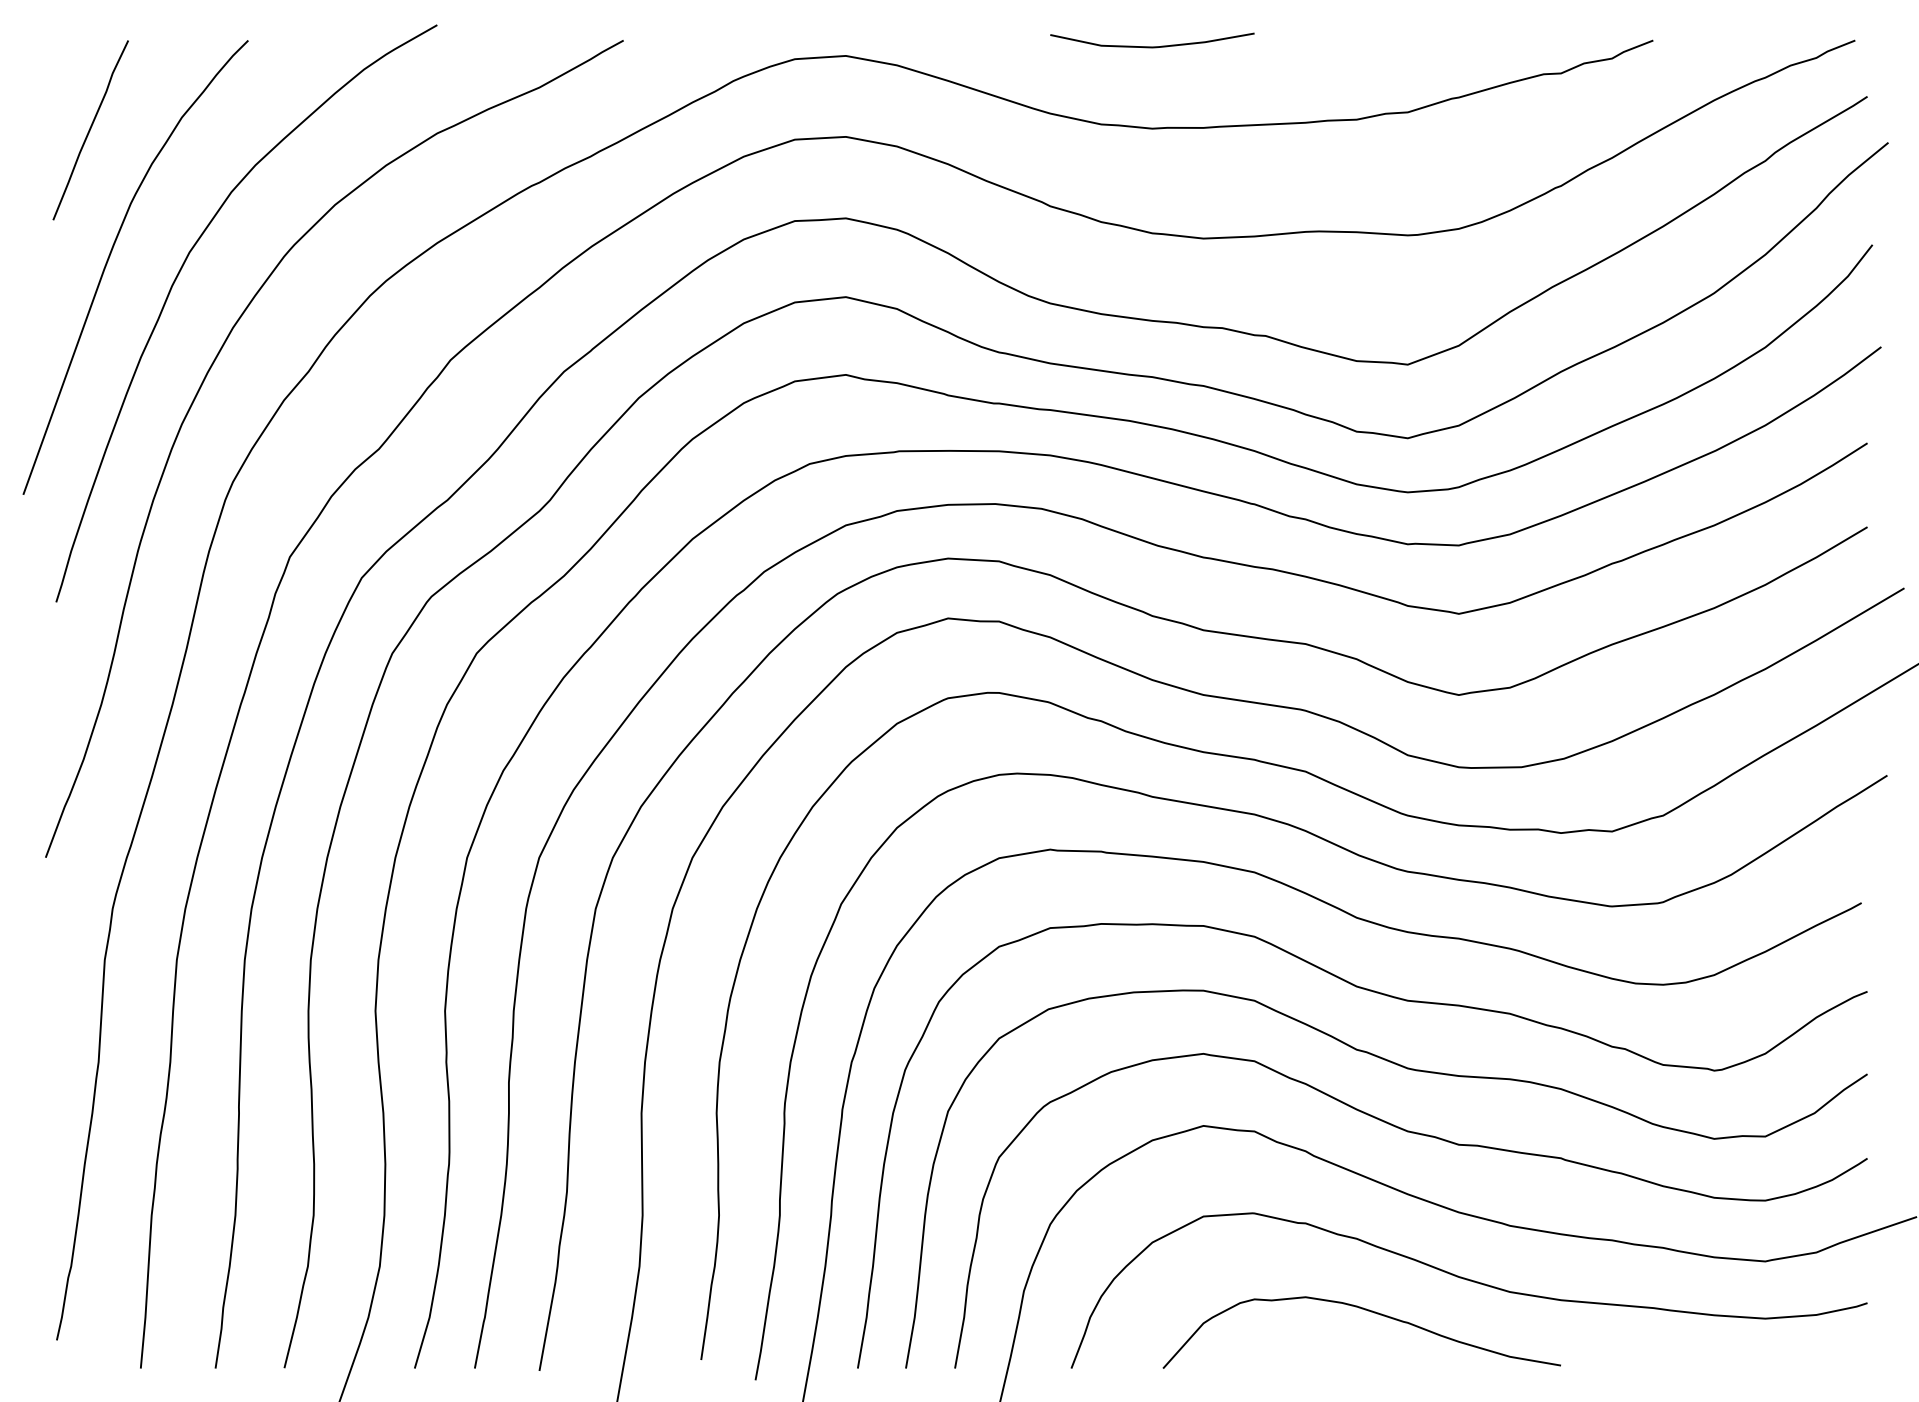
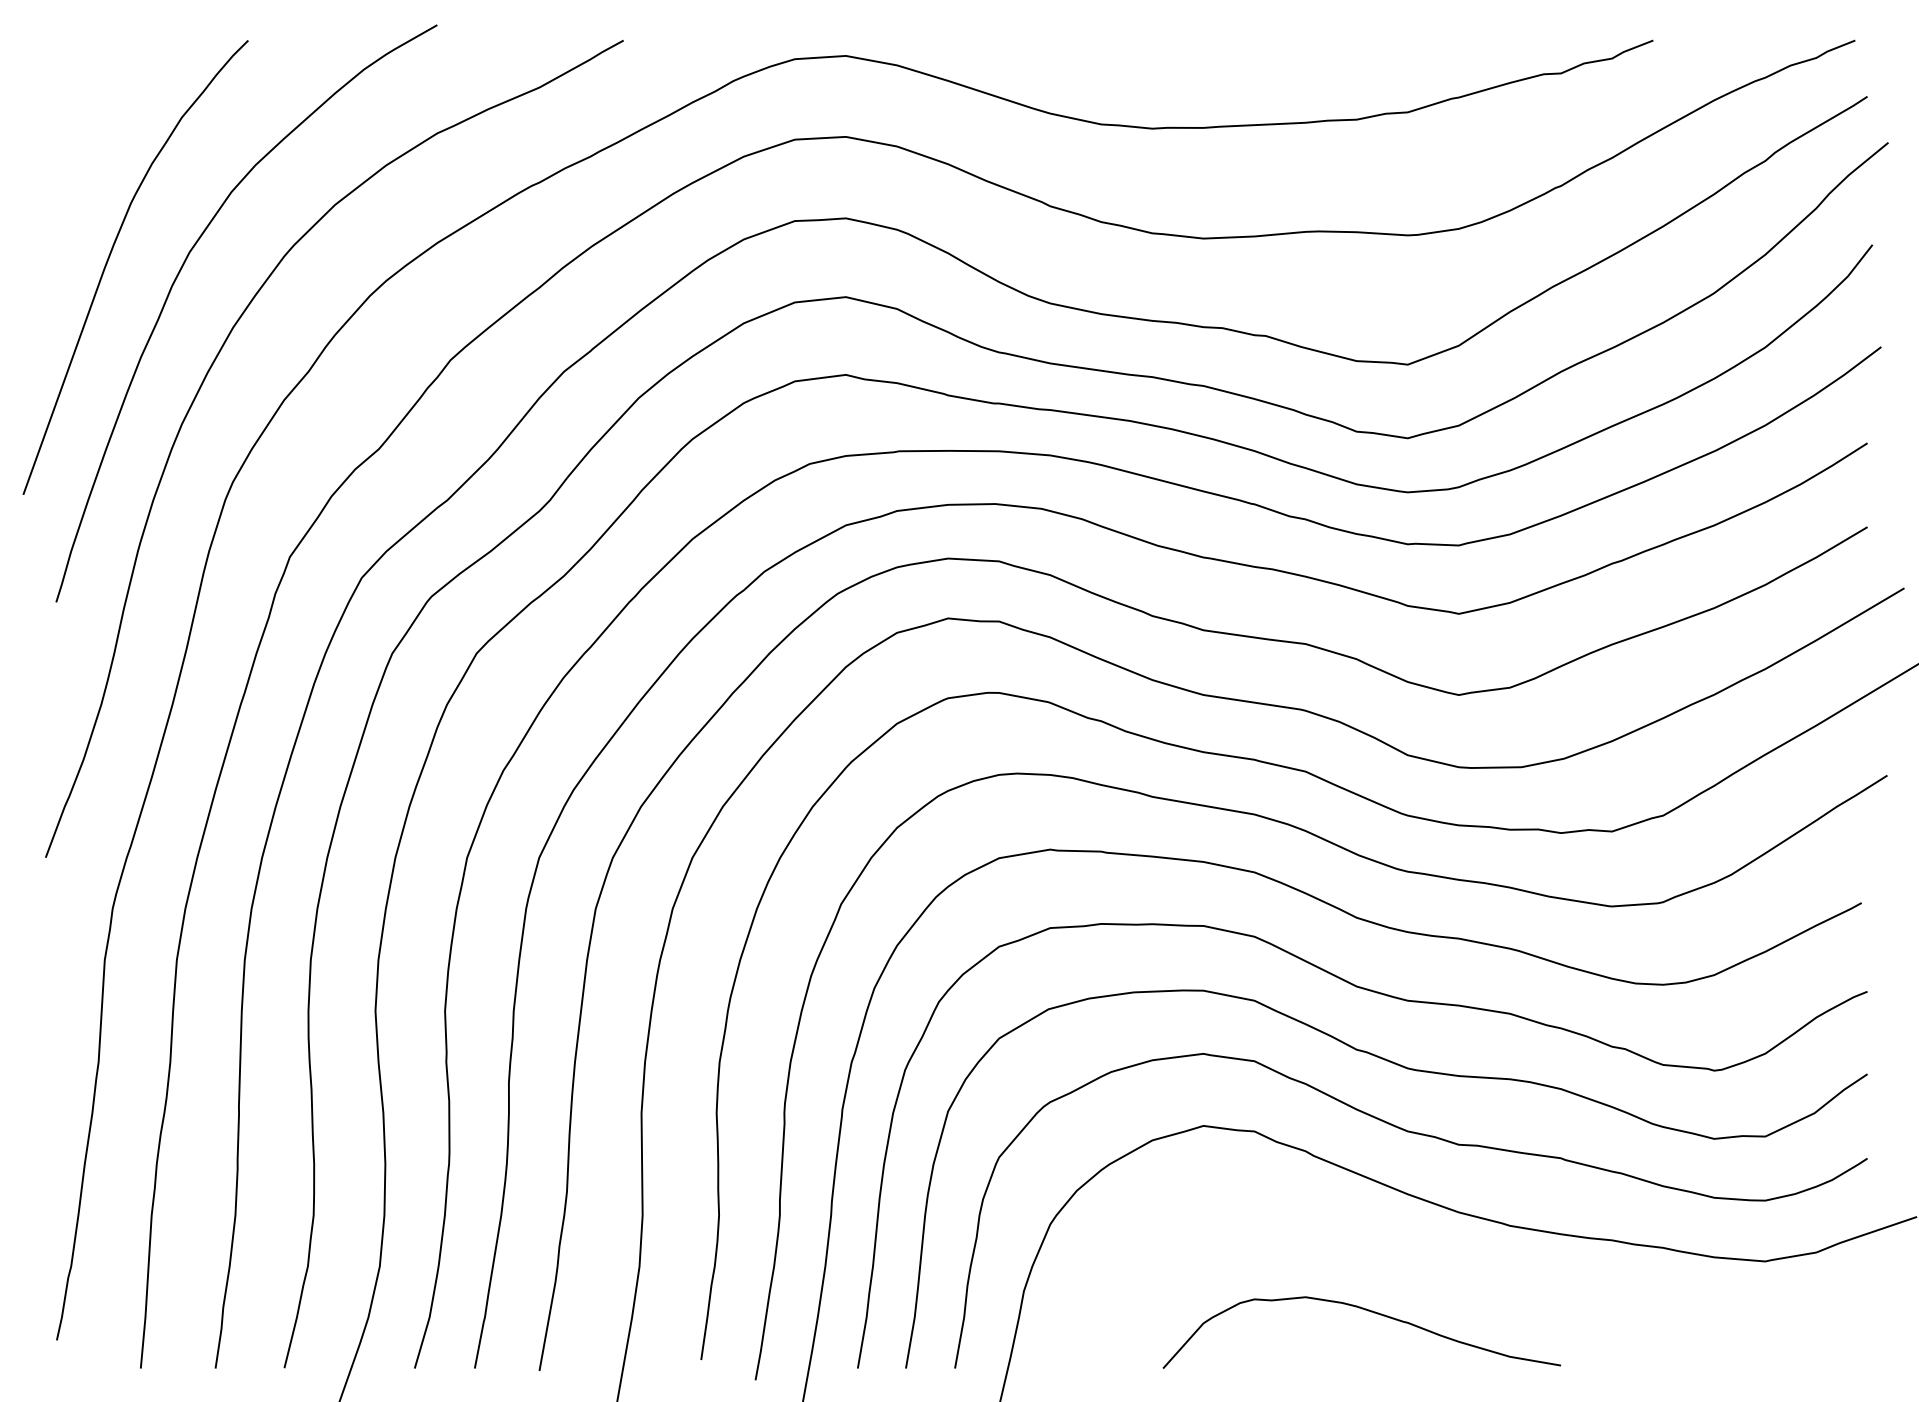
curve at (1152, 46): present -> none
curve at (90, 130): present -> none
curve at (1470, 1281): present -> none
